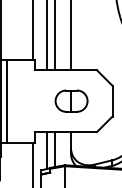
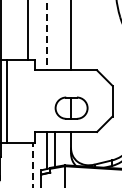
line at (32, 30) position: (32, 30) -> (27, 30)
line at (47, 35): solid -> dashed
line at (55, 36): present -> none
part at (71, 100) position: (71, 100) -> (71, 107)
line at (32, 164): solid -> dashed
